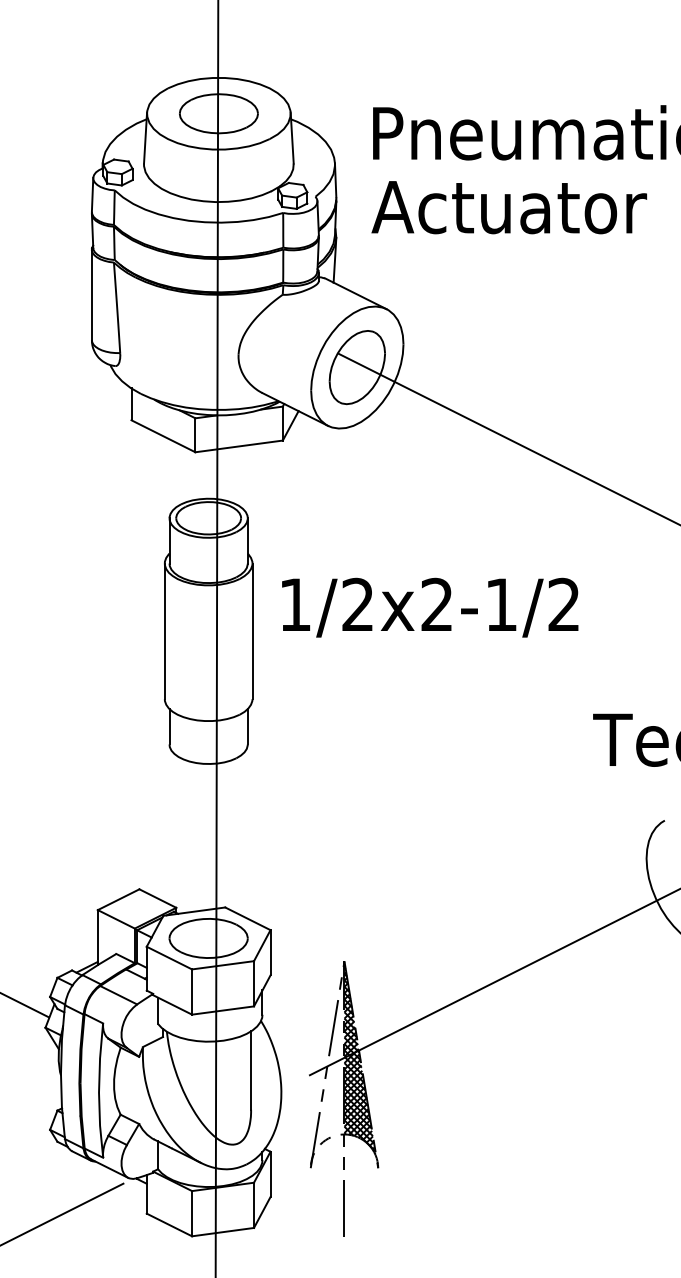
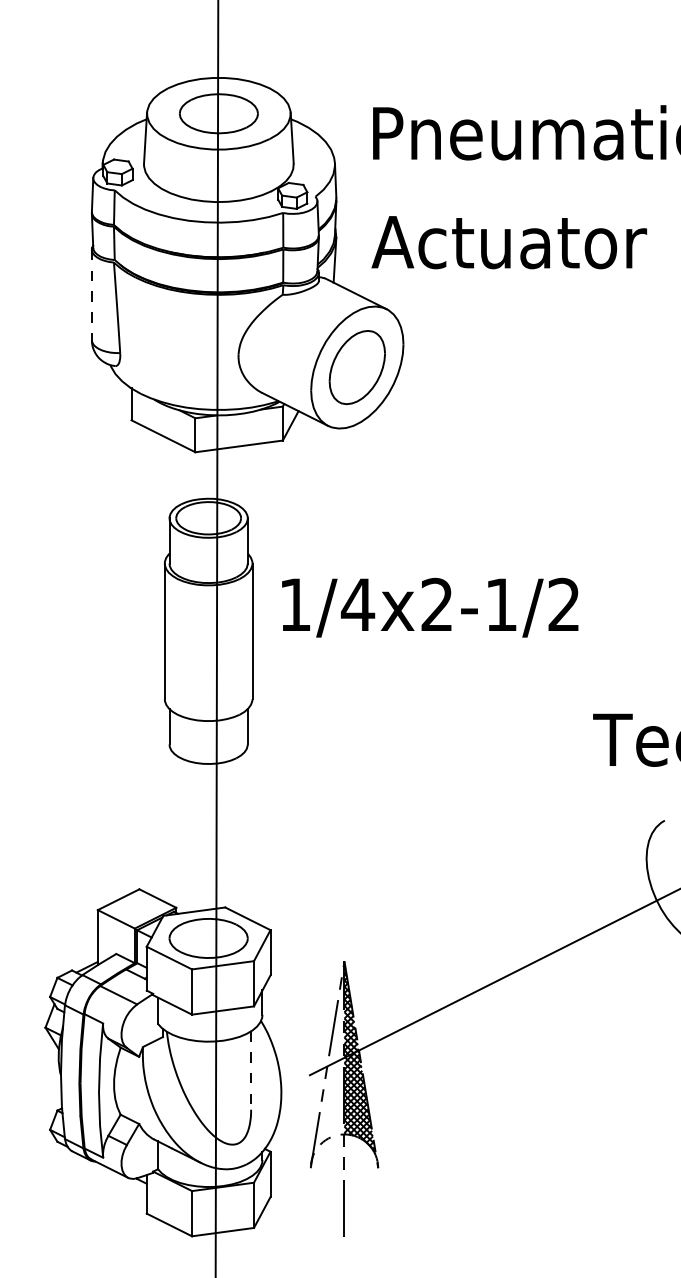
text at (509, 207) position: (509, 207) -> (509, 242)
line at (91, 295): solid -> dashed
line at (507, 438): present -> none
text at (357, 603): 1/2x2-1/2 -> 1/4x2-1/2
line at (25, 1005): present -> none
line at (251, 1070): solid -> dashed
line at (63, 1213): present -> none
